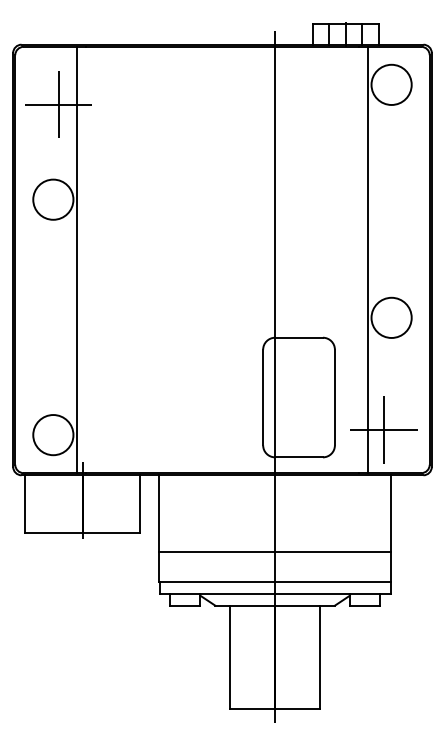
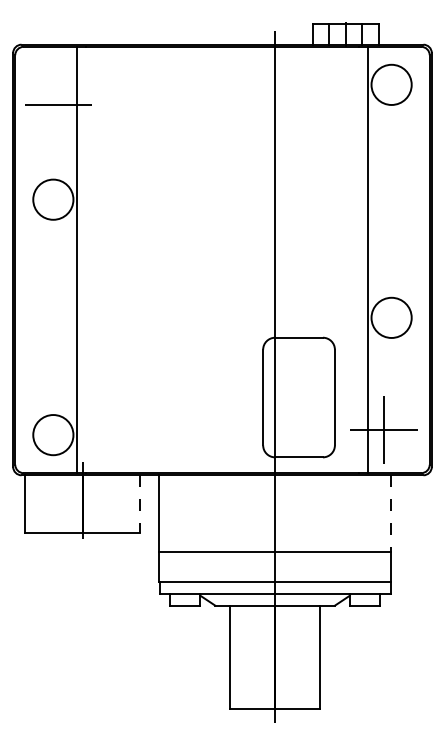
line at (58, 104): present -> none
line at (139, 504): solid -> dashed
line at (391, 514): solid -> dashed
